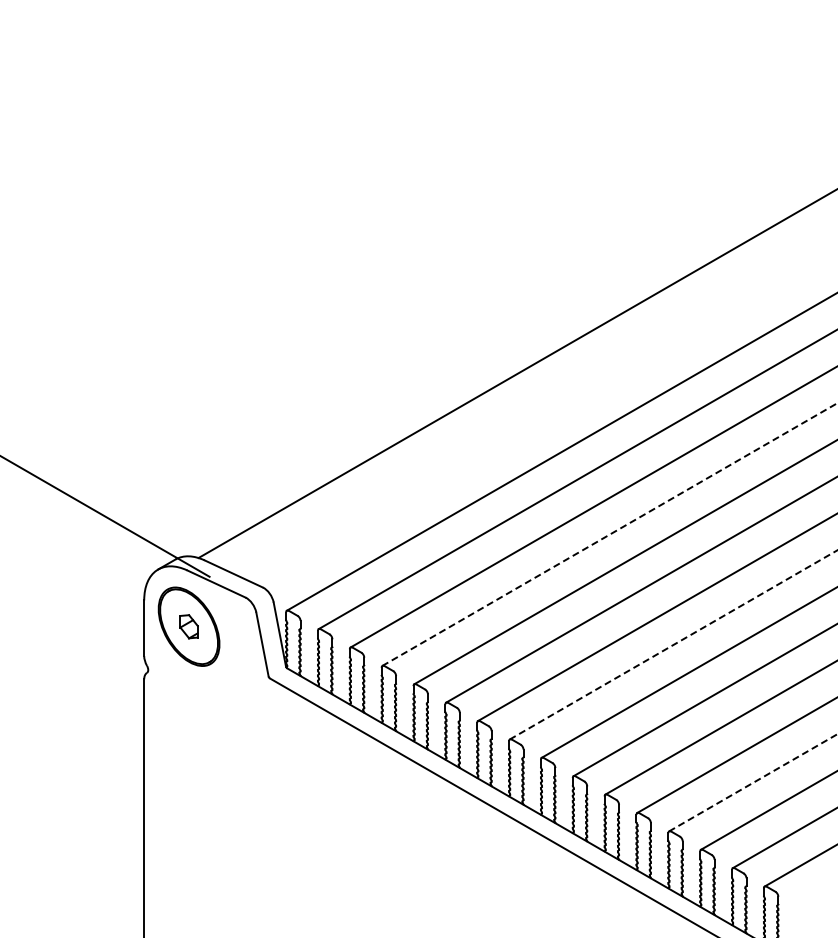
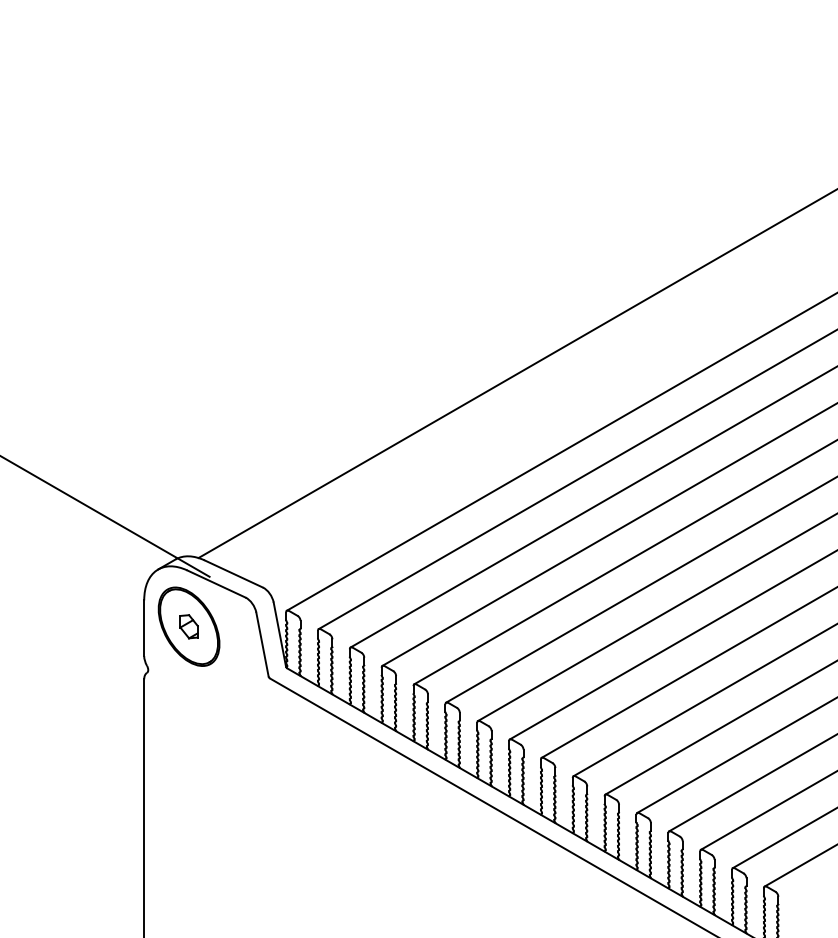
line at (610, 534): dashed -> solid
line at (673, 644): dashed -> solid
line at (753, 782): dashed -> solid
